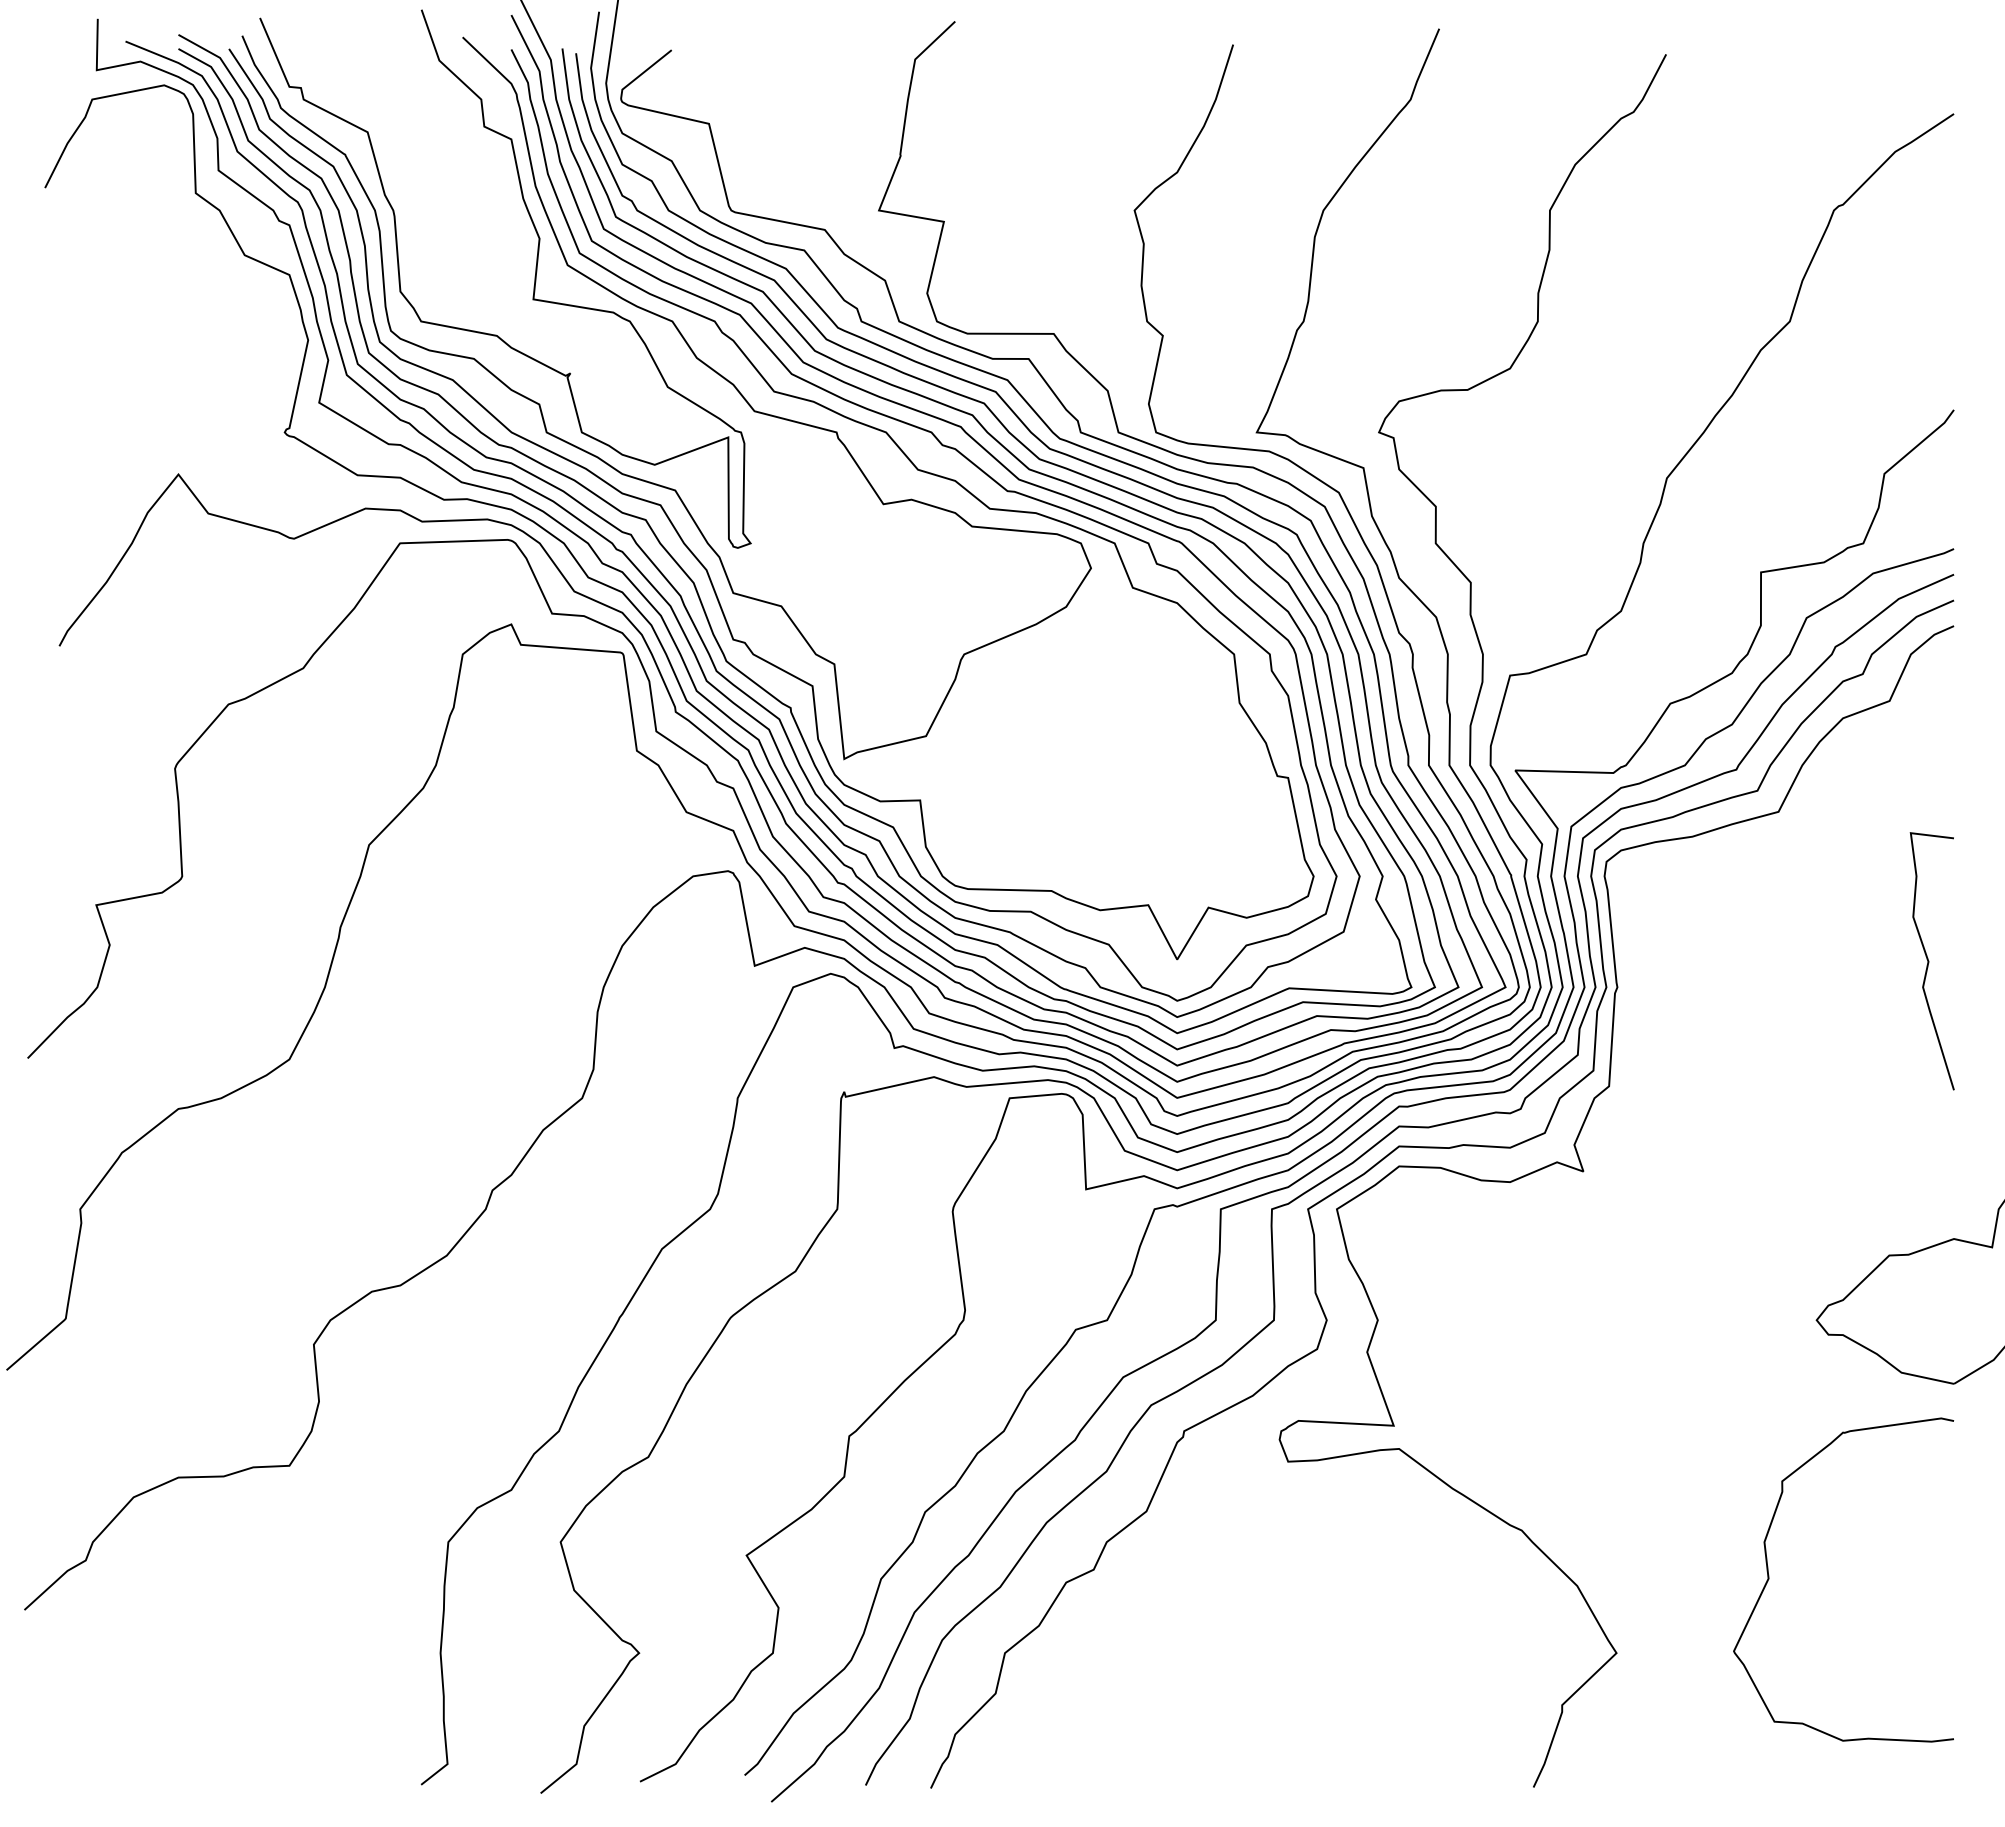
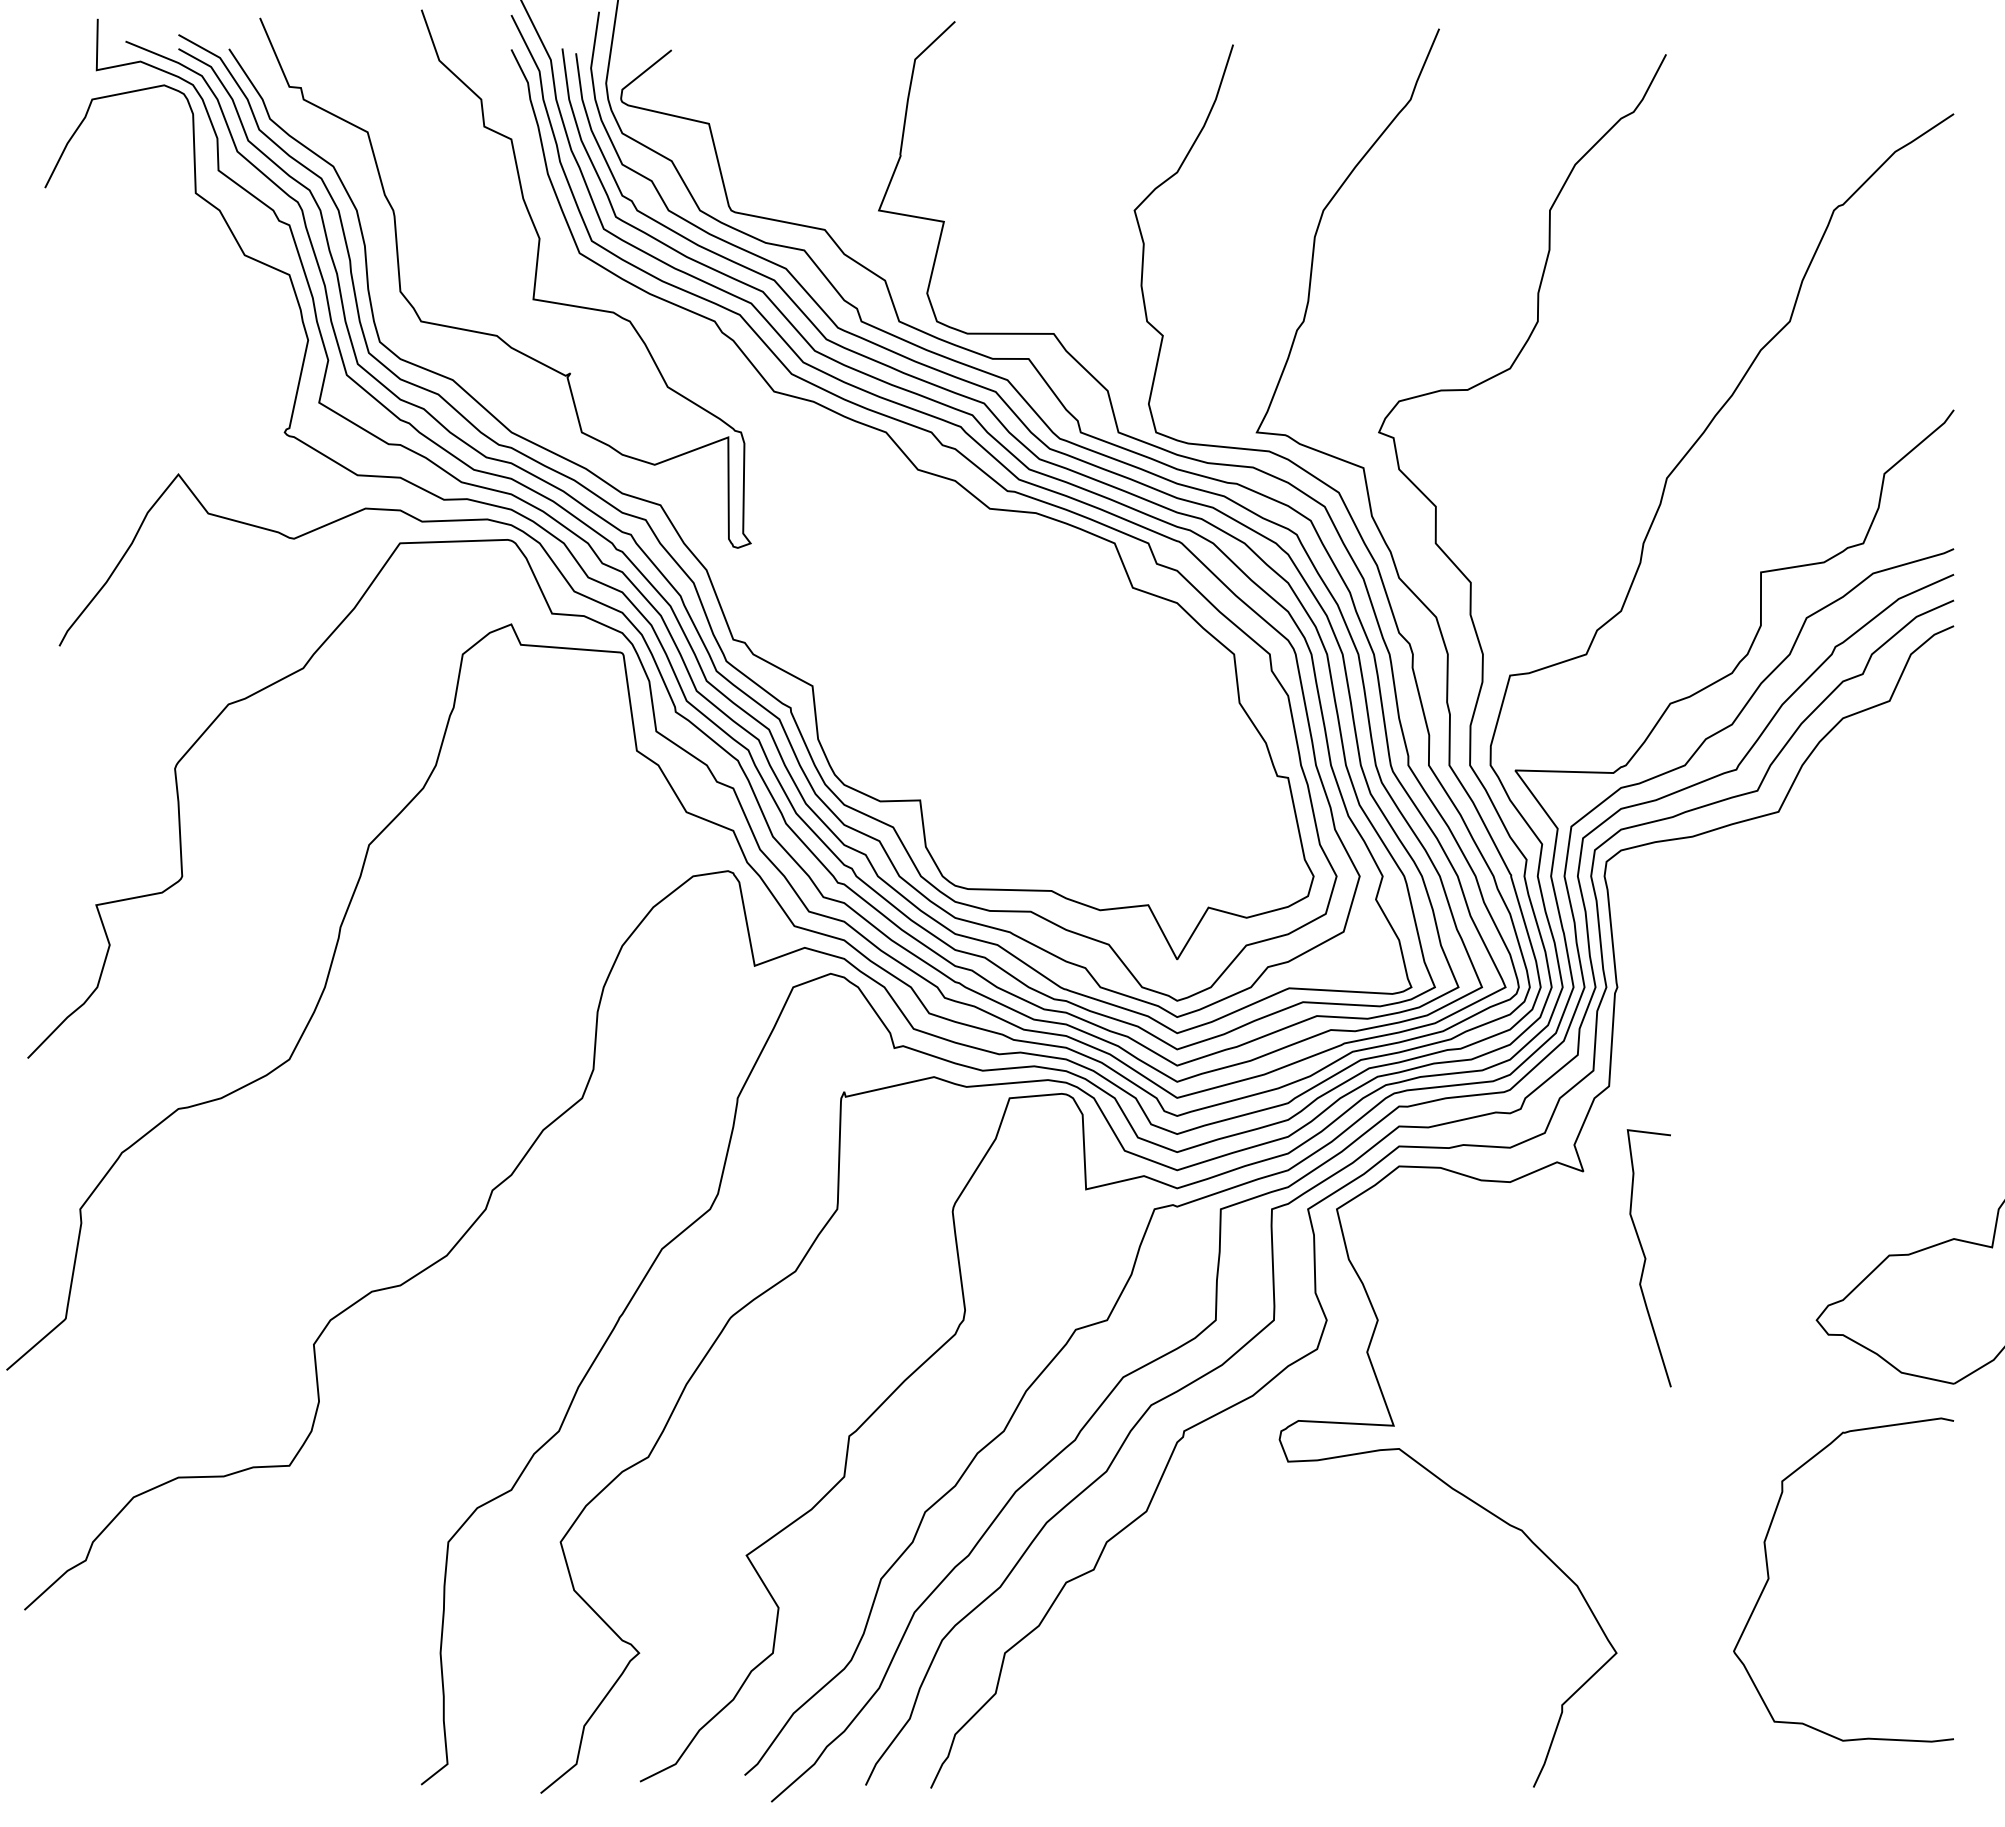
curve at (699, 361): present -> none
curve at (1929, 961) position: (1929, 961) -> (1646, 1258)
